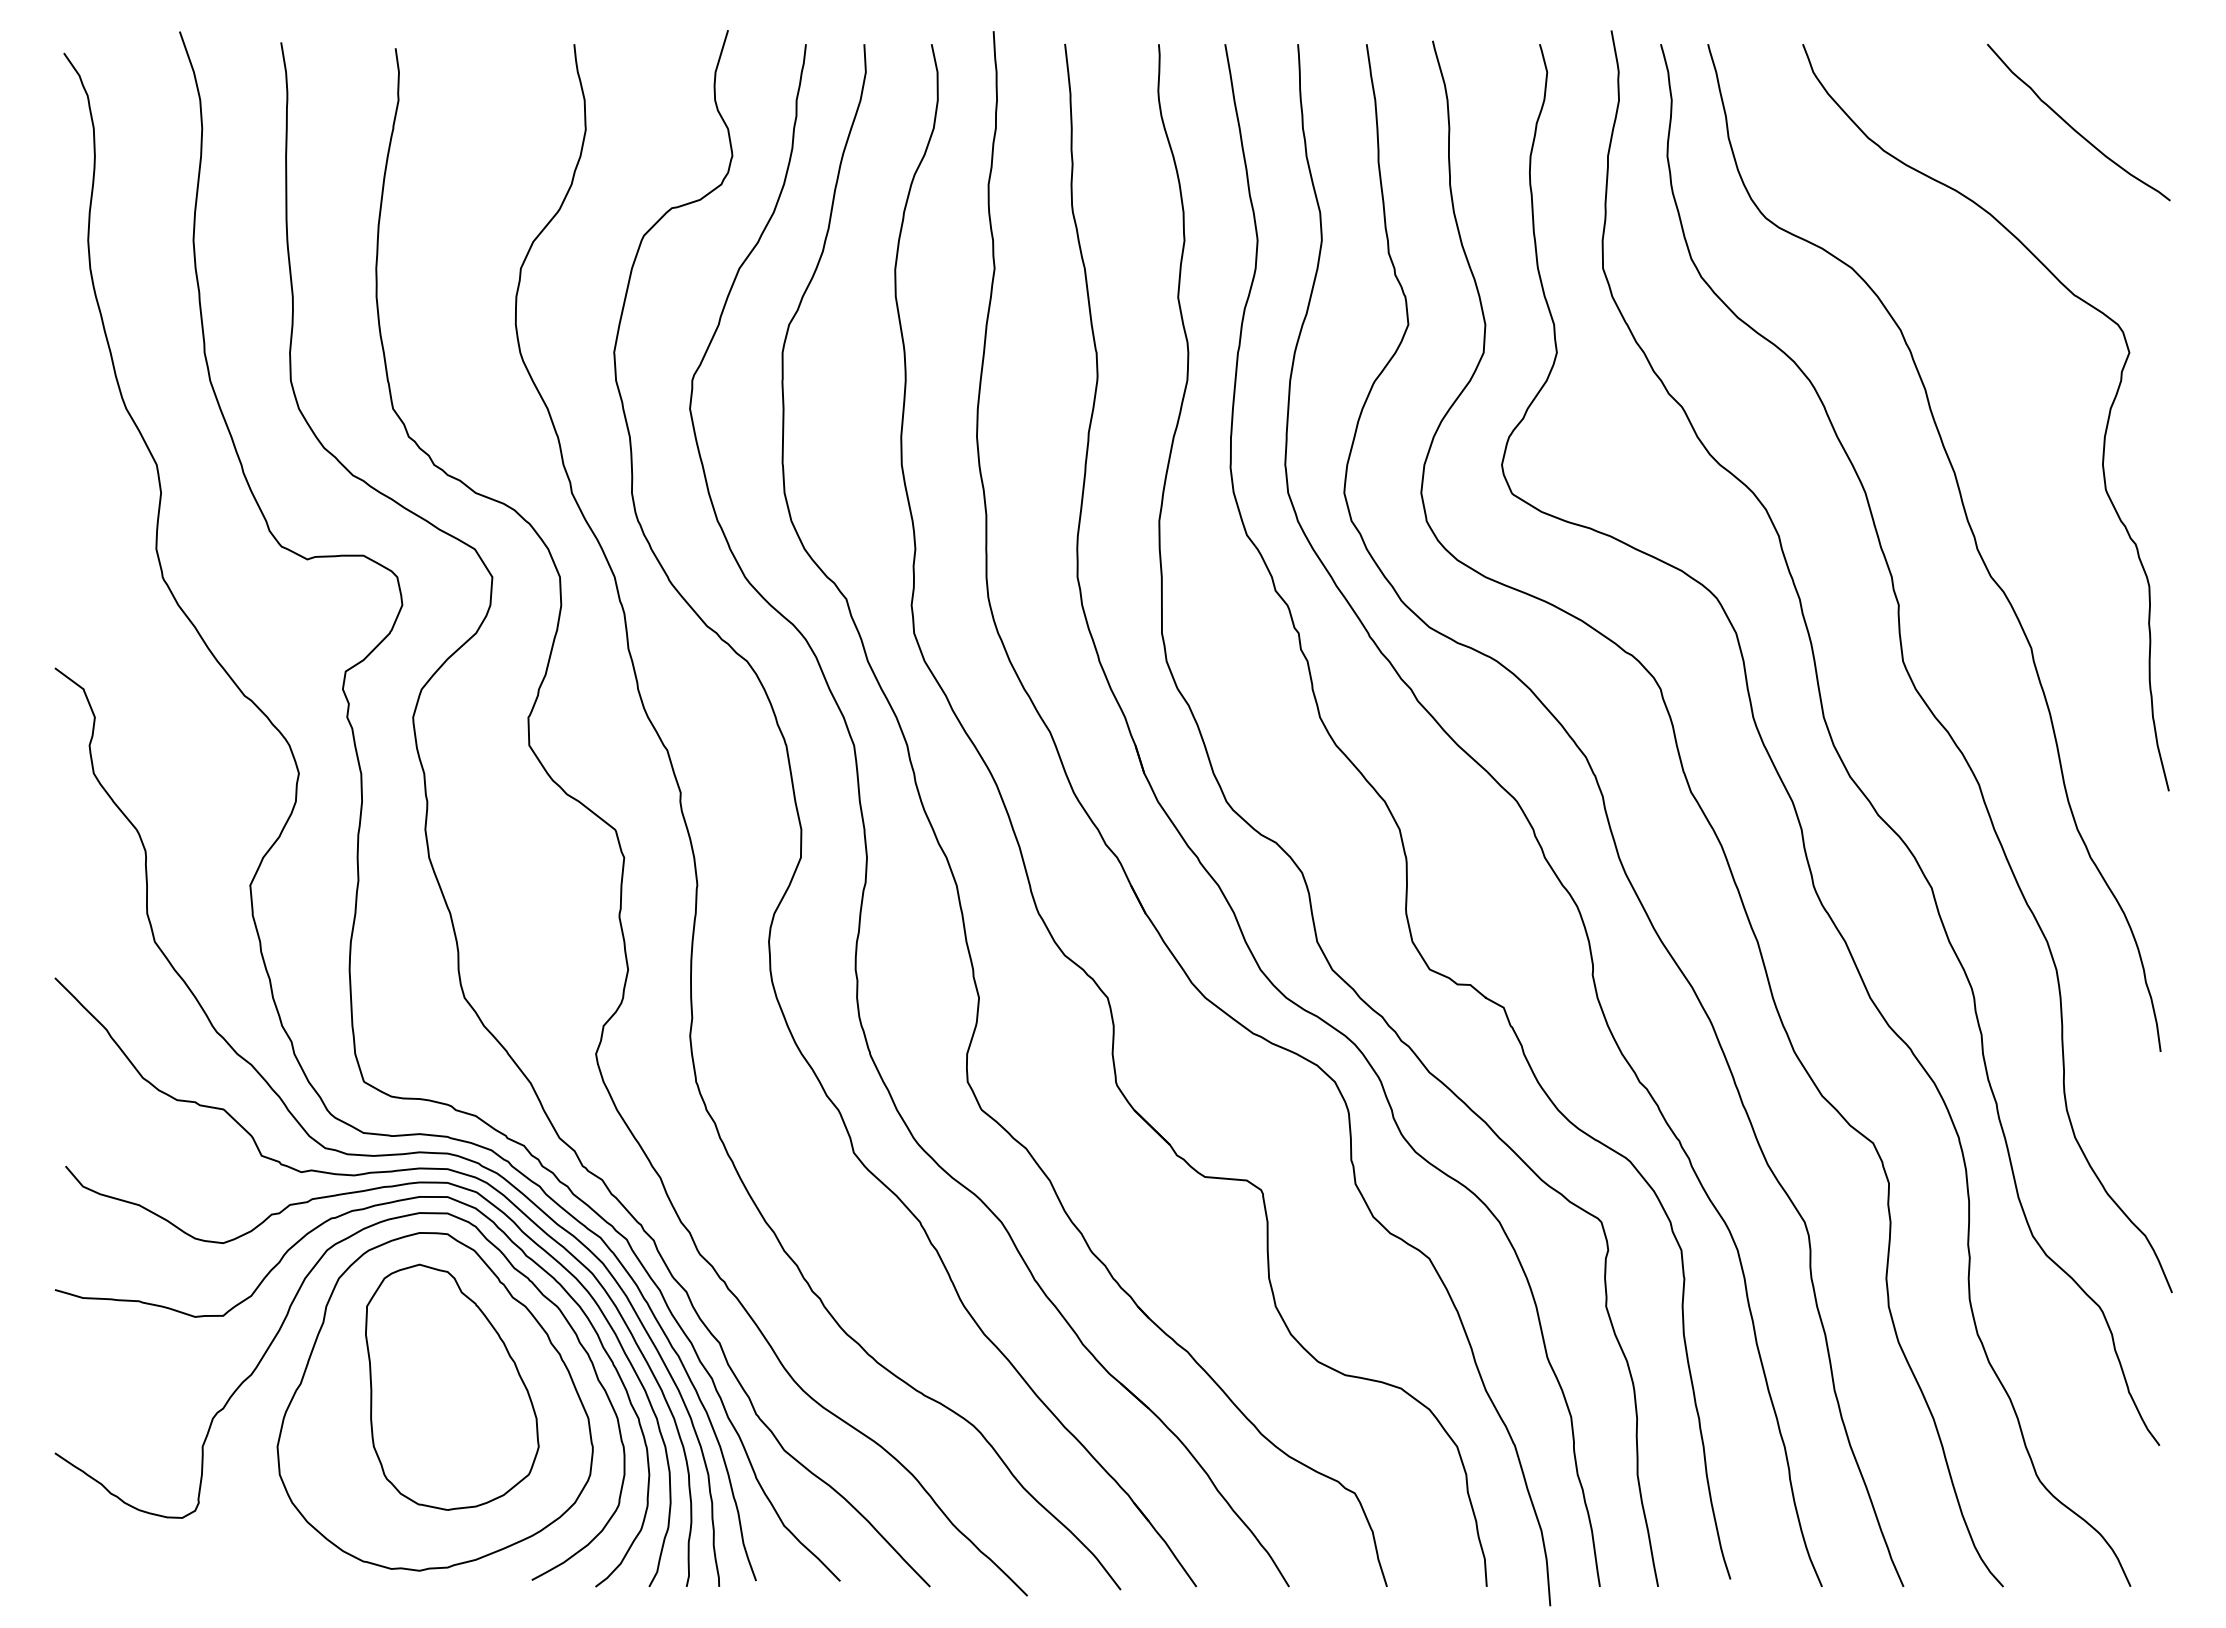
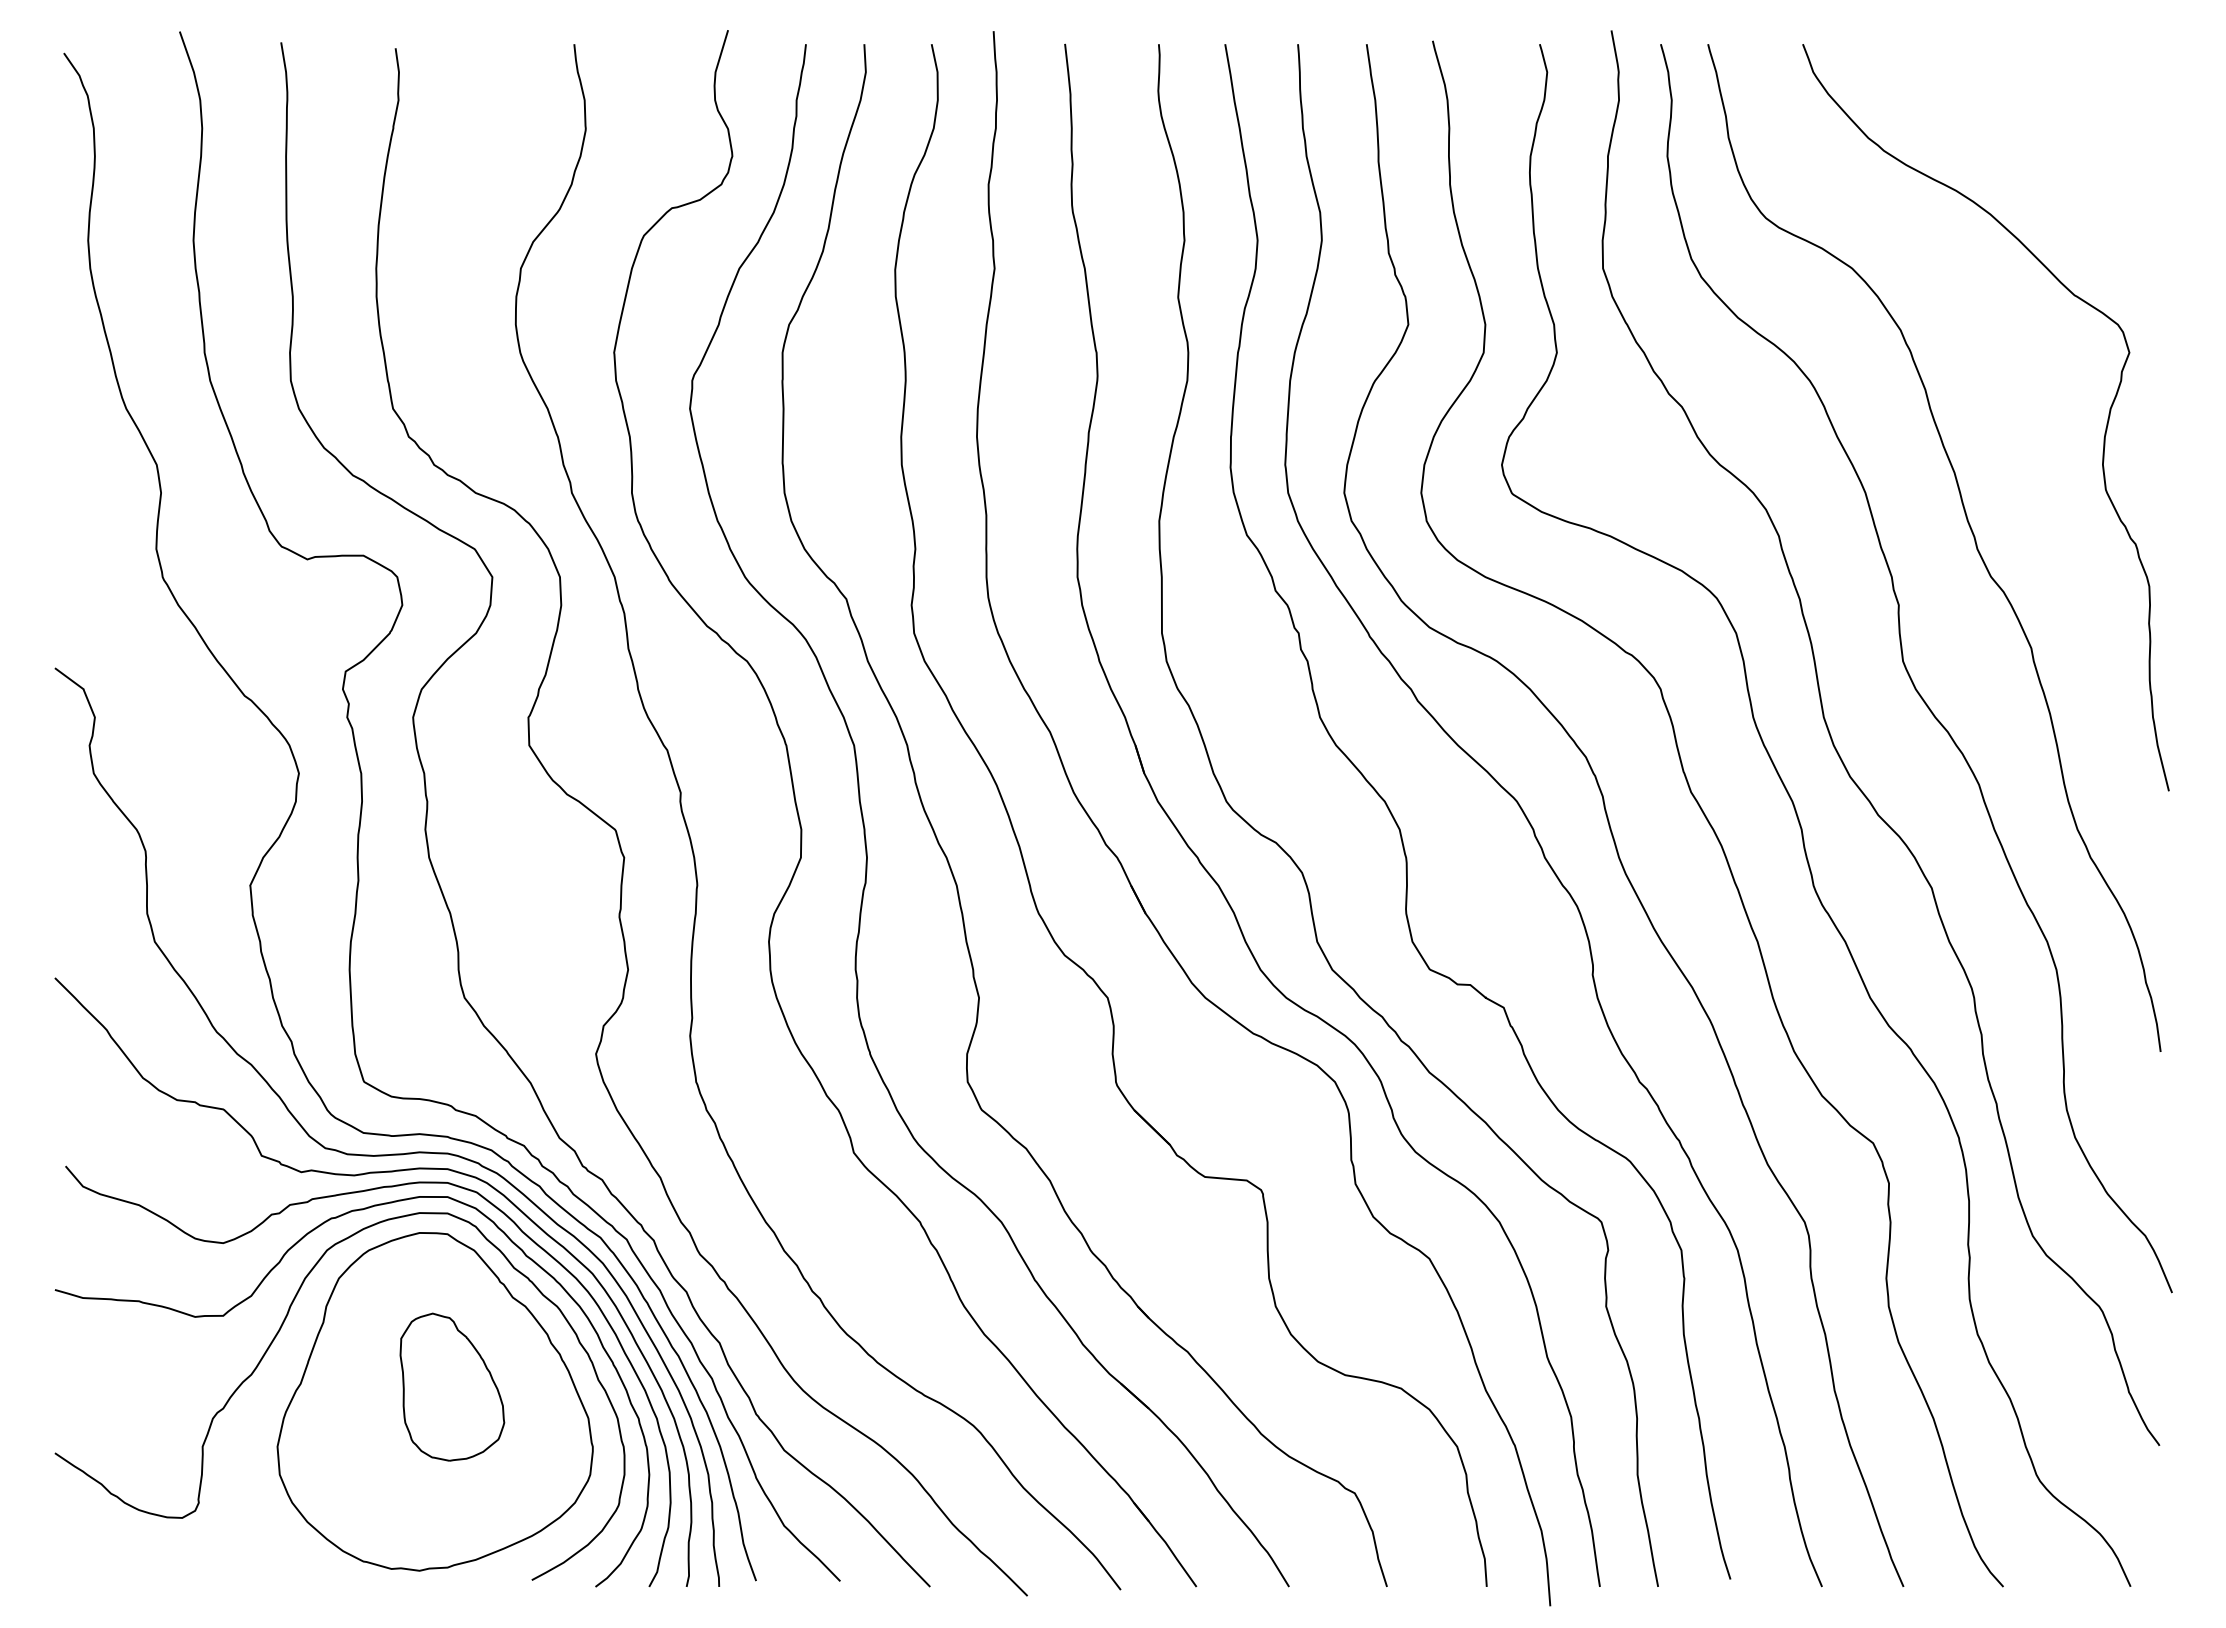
curve at (2073, 127): present -> none
part at (452, 1386) size: 175x248 px -> 107x150 px
